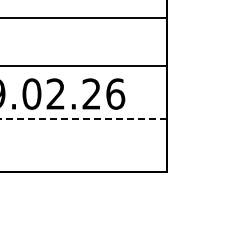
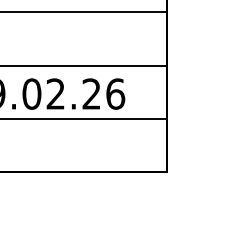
line at (84, 18) position: (84, 18) -> (84, 12)
line at (83, 118): dashed -> solid
